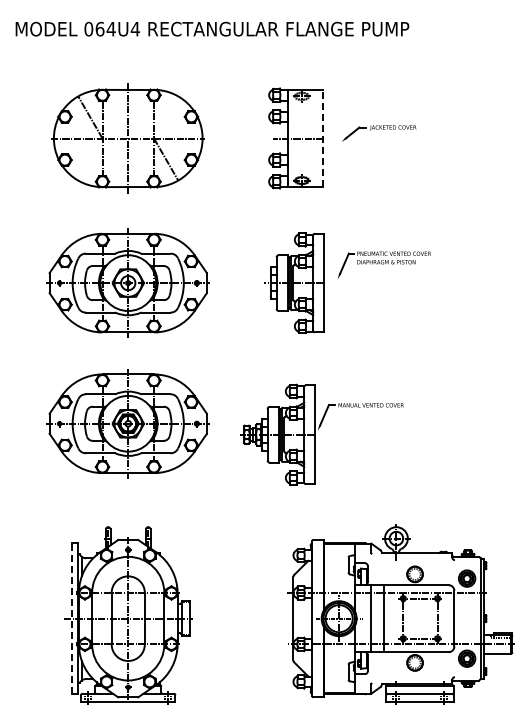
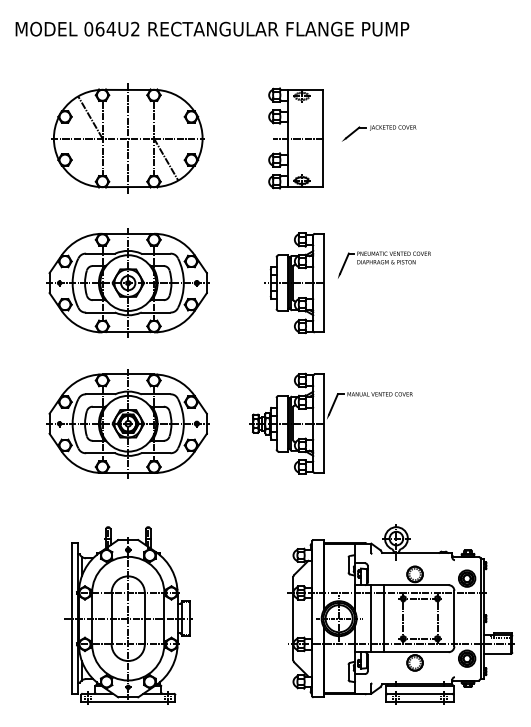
text at (134, 28): 064U4 -> 064U2
line at (323, 138): dashed -> solid
part at (321, 434) position: (321, 434) -> (330, 423)
line at (71, 618): dashed -> solid
